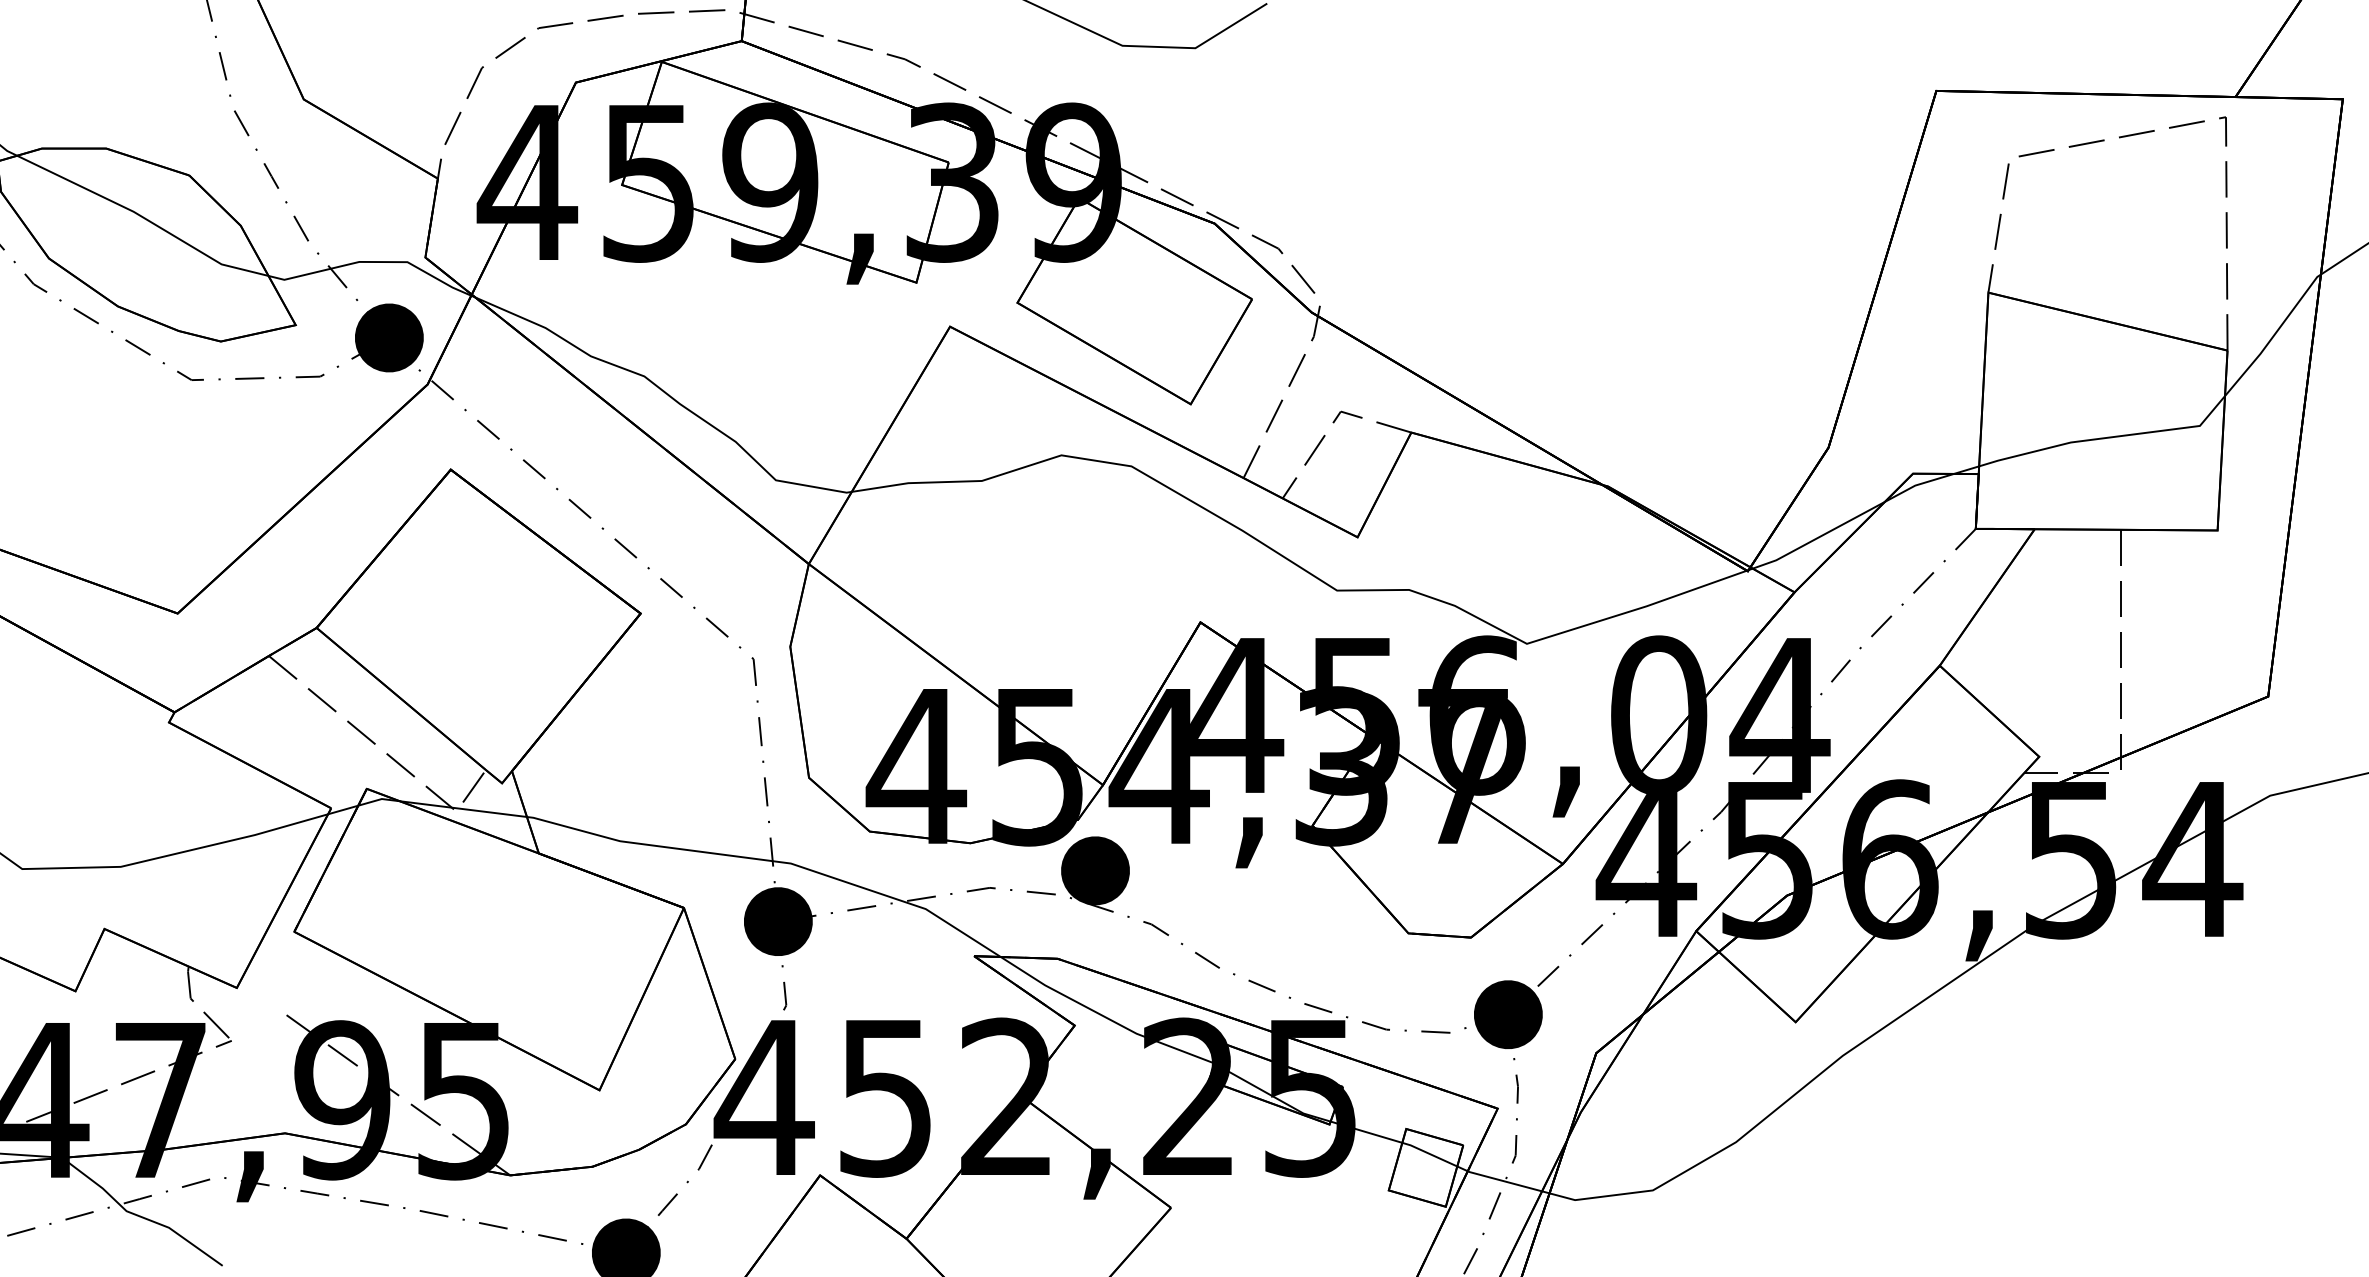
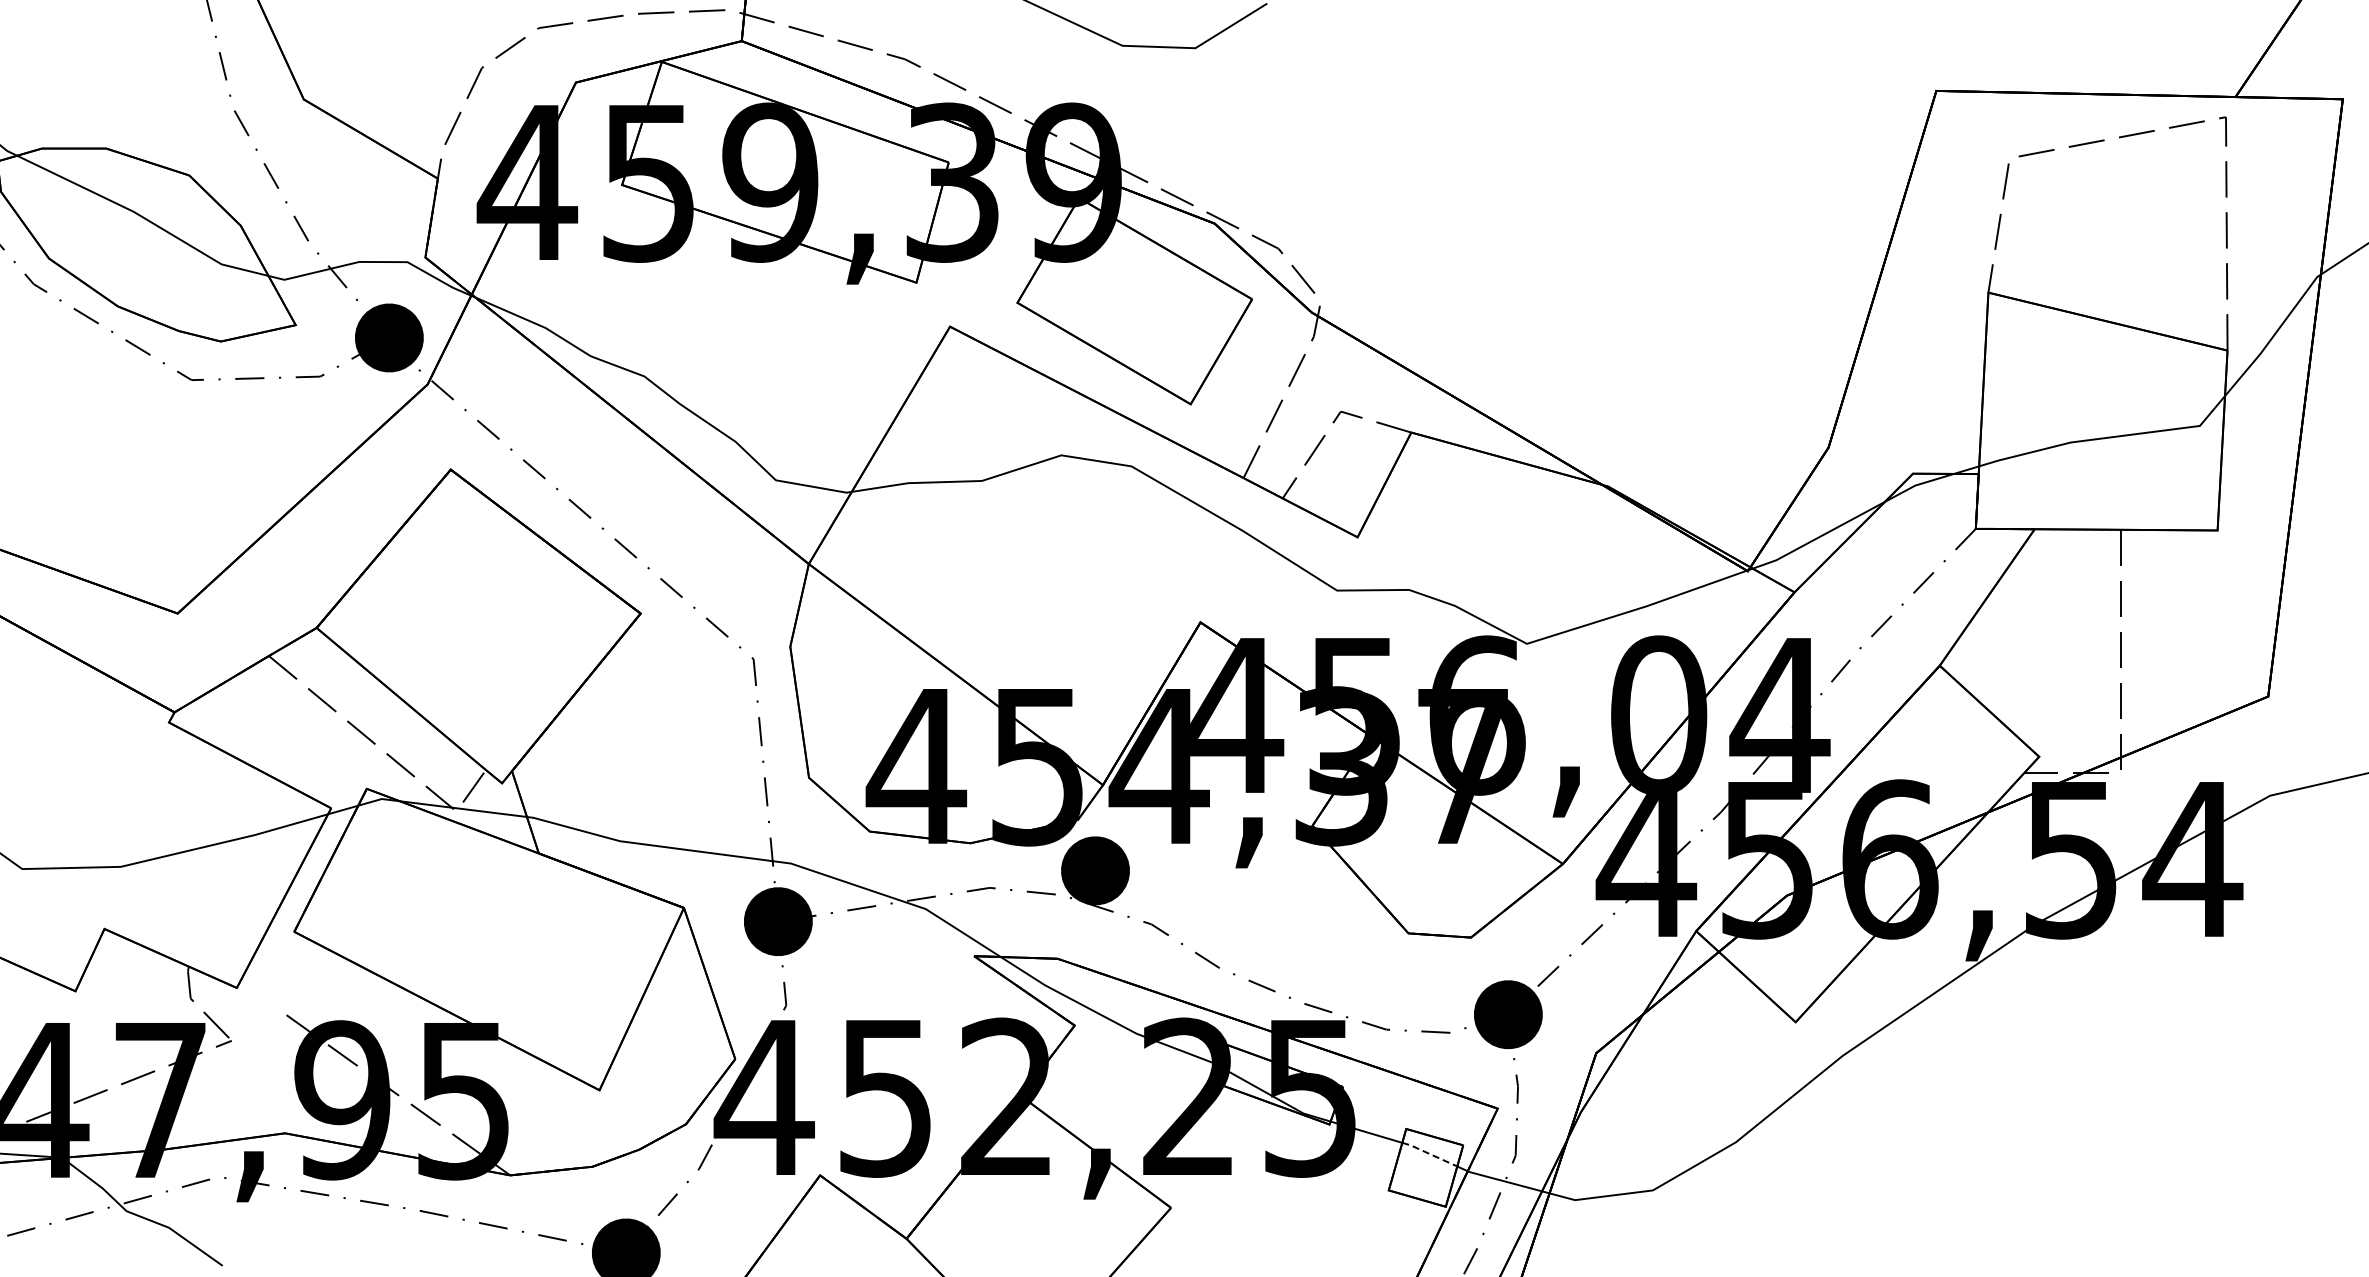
line at (1429, 1153): solid -> dashed
